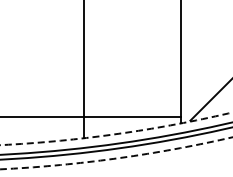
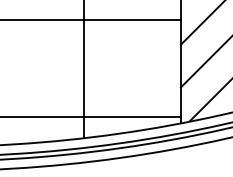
line at (91, 19): none -> present
line at (201, 23): none -> present
line at (204, 62): none -> present
arc at (117, 133): dashed -> solid
arc at (117, 158): dashed -> solid
